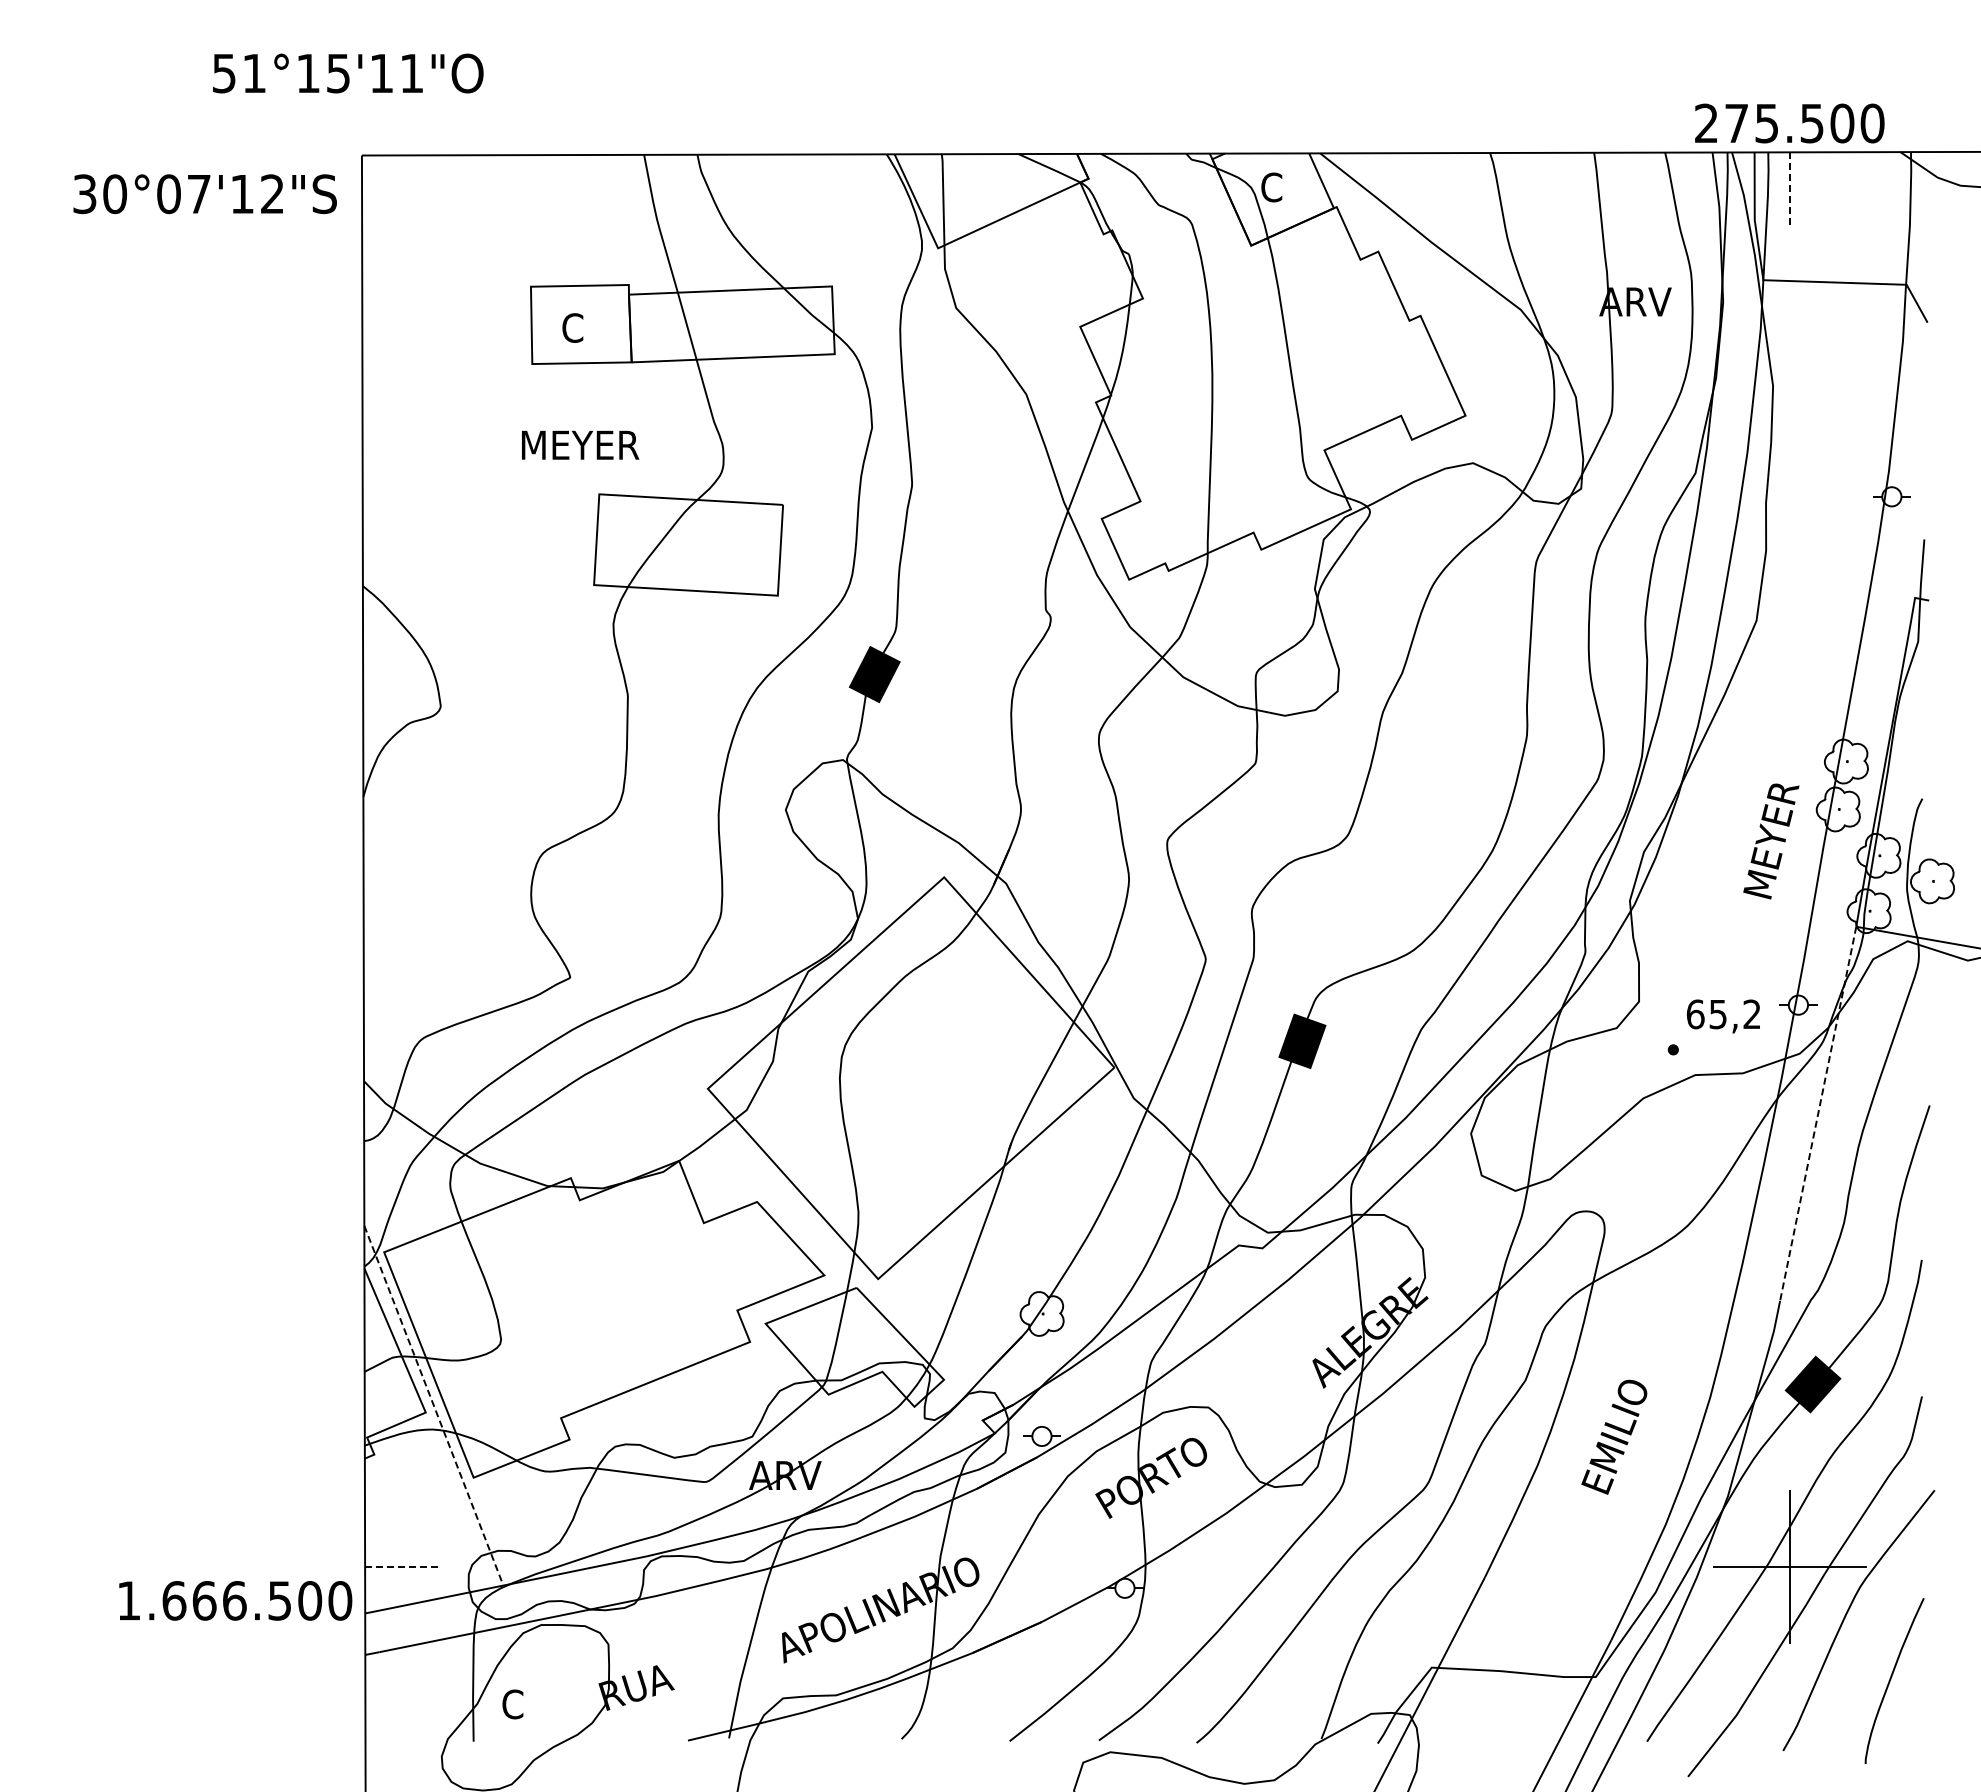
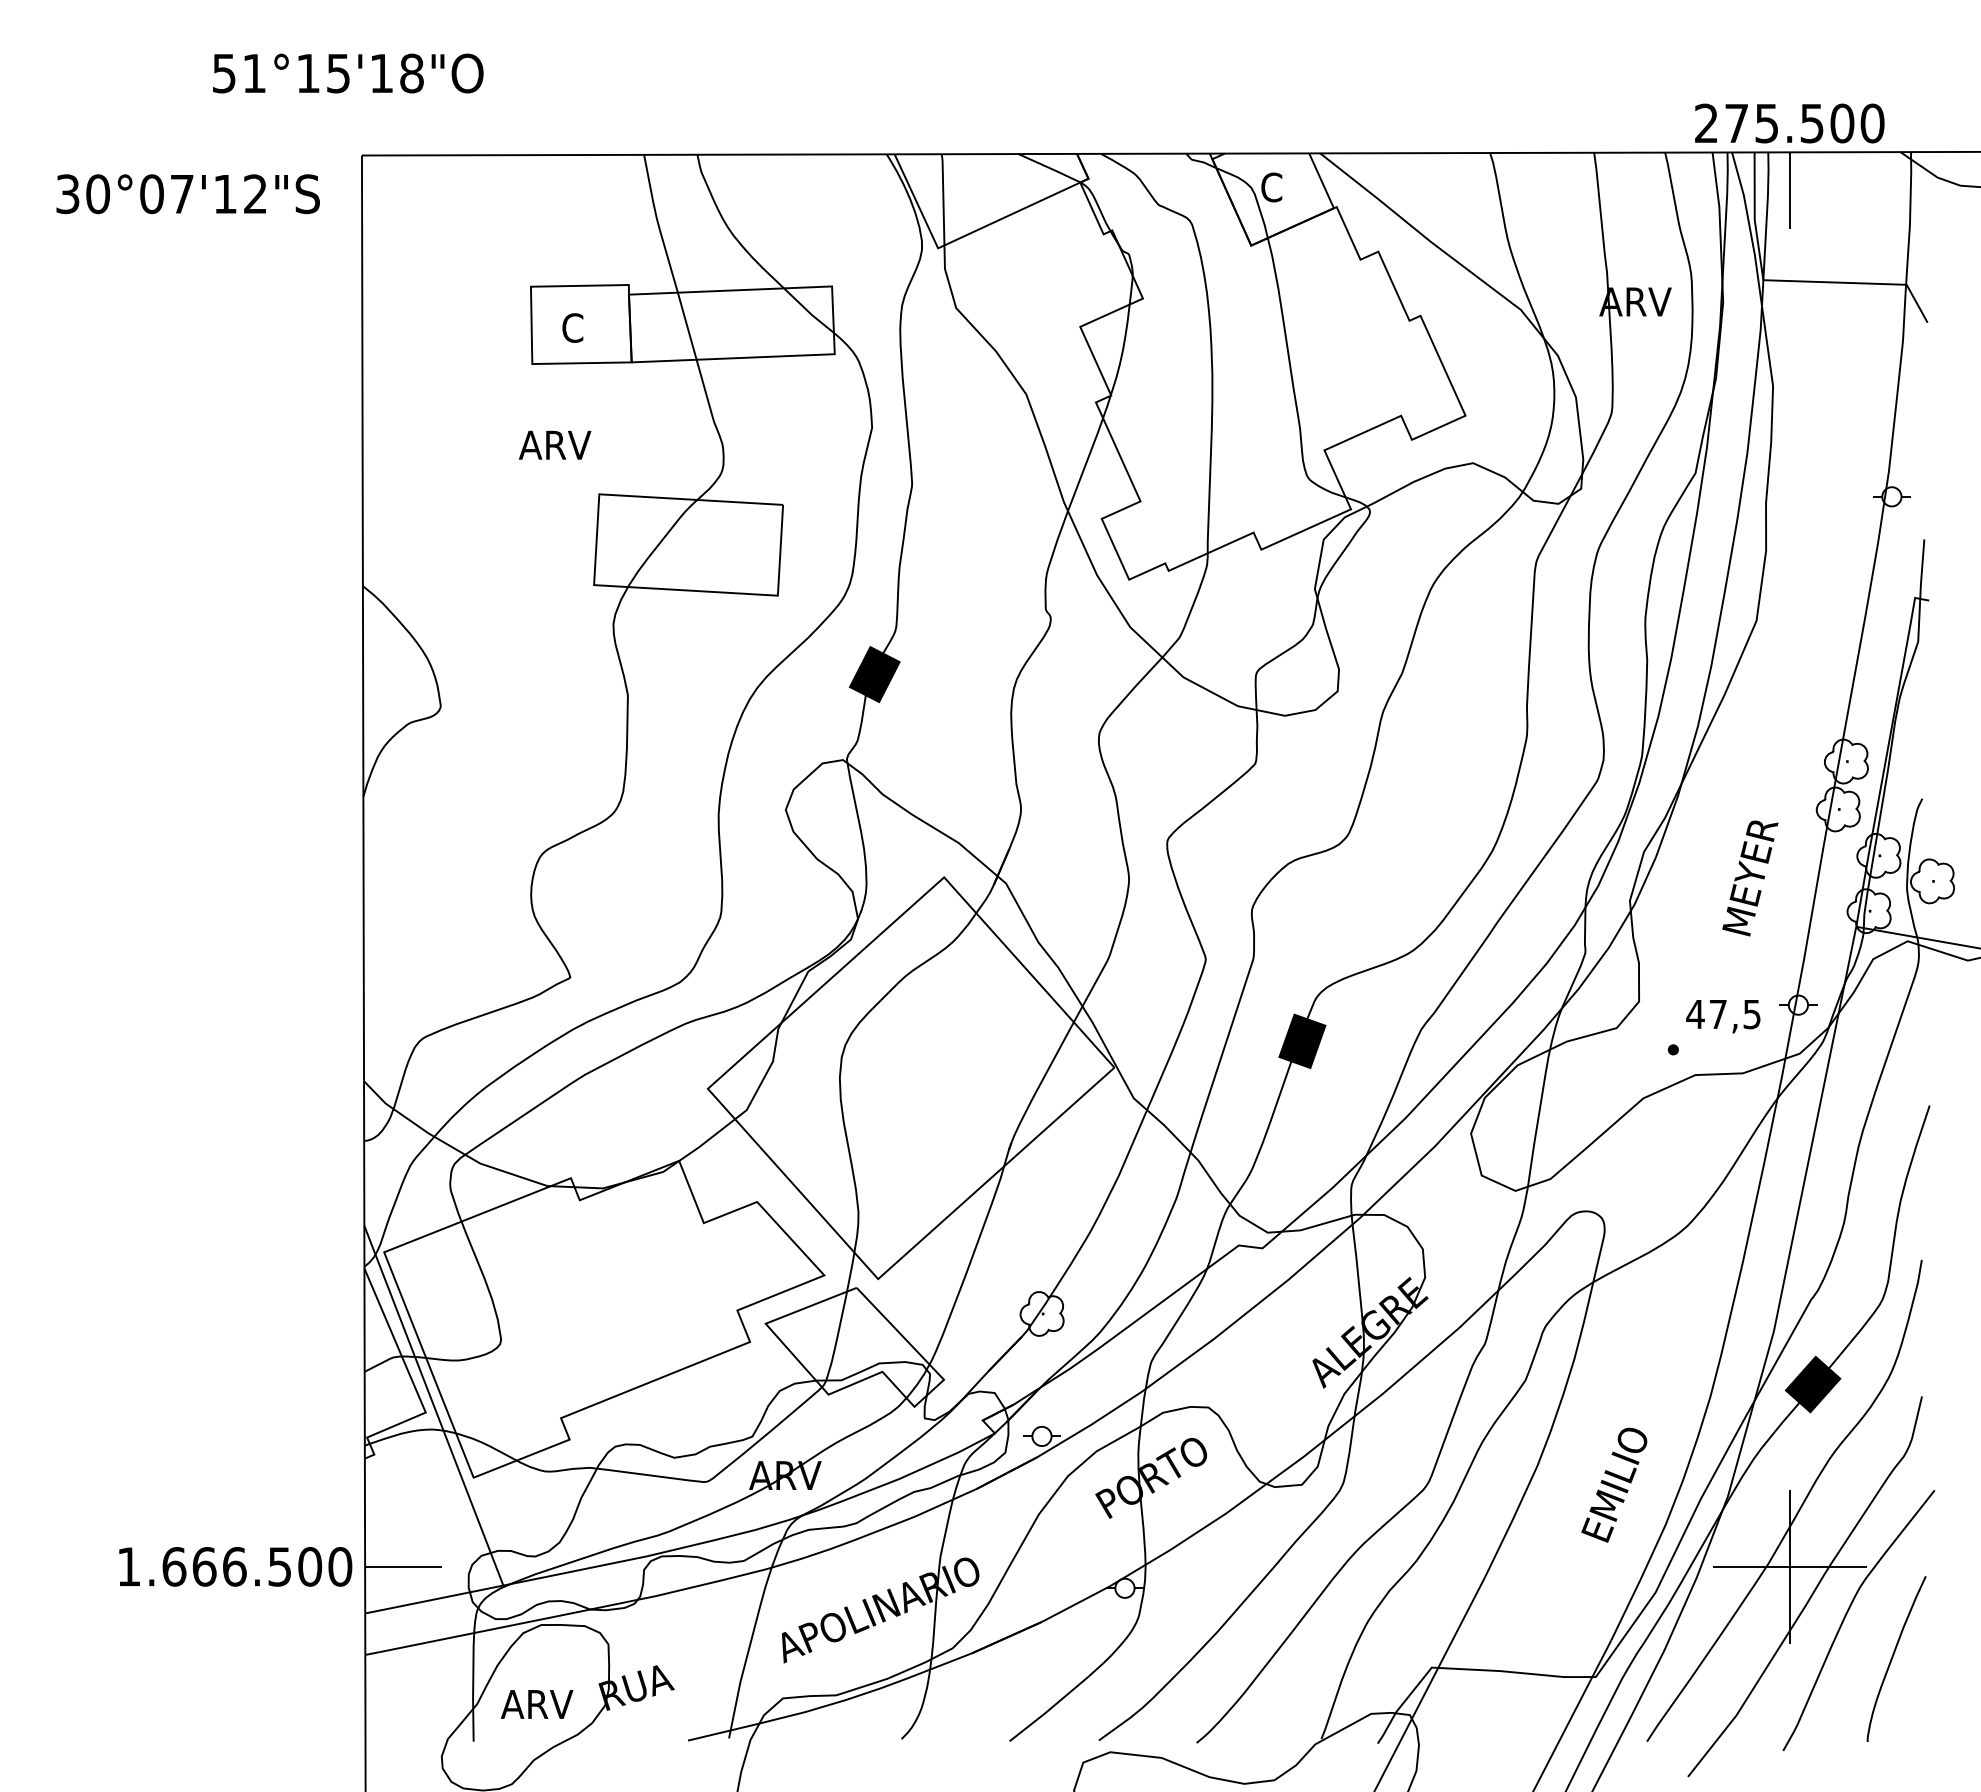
text at (411, 73): 51°15'11"O -> 51°15'18"O
line at (1789, 191): dashed -> solid
text at (204, 194) position: (204, 194) -> (187, 194)
text at (578, 444): MEYER -> ARV
text at (1771, 841) position: (1771, 841) -> (1750, 878)
text at (1723, 1014): 65,2 -> 47,5
line at (1818, 1113): dashed -> solid
line at (433, 1405): dashed -> solid
text at (1614, 1436) position: (1614, 1436) -> (1614, 1484)
line at (404, 1566): dashed -> solid
text at (235, 1600) position: (235, 1600) -> (235, 1566)
curve at (1891, 1679) position: (1891, 1679) -> (1893, 1657)
text at (536, 1704): C -> ARV
